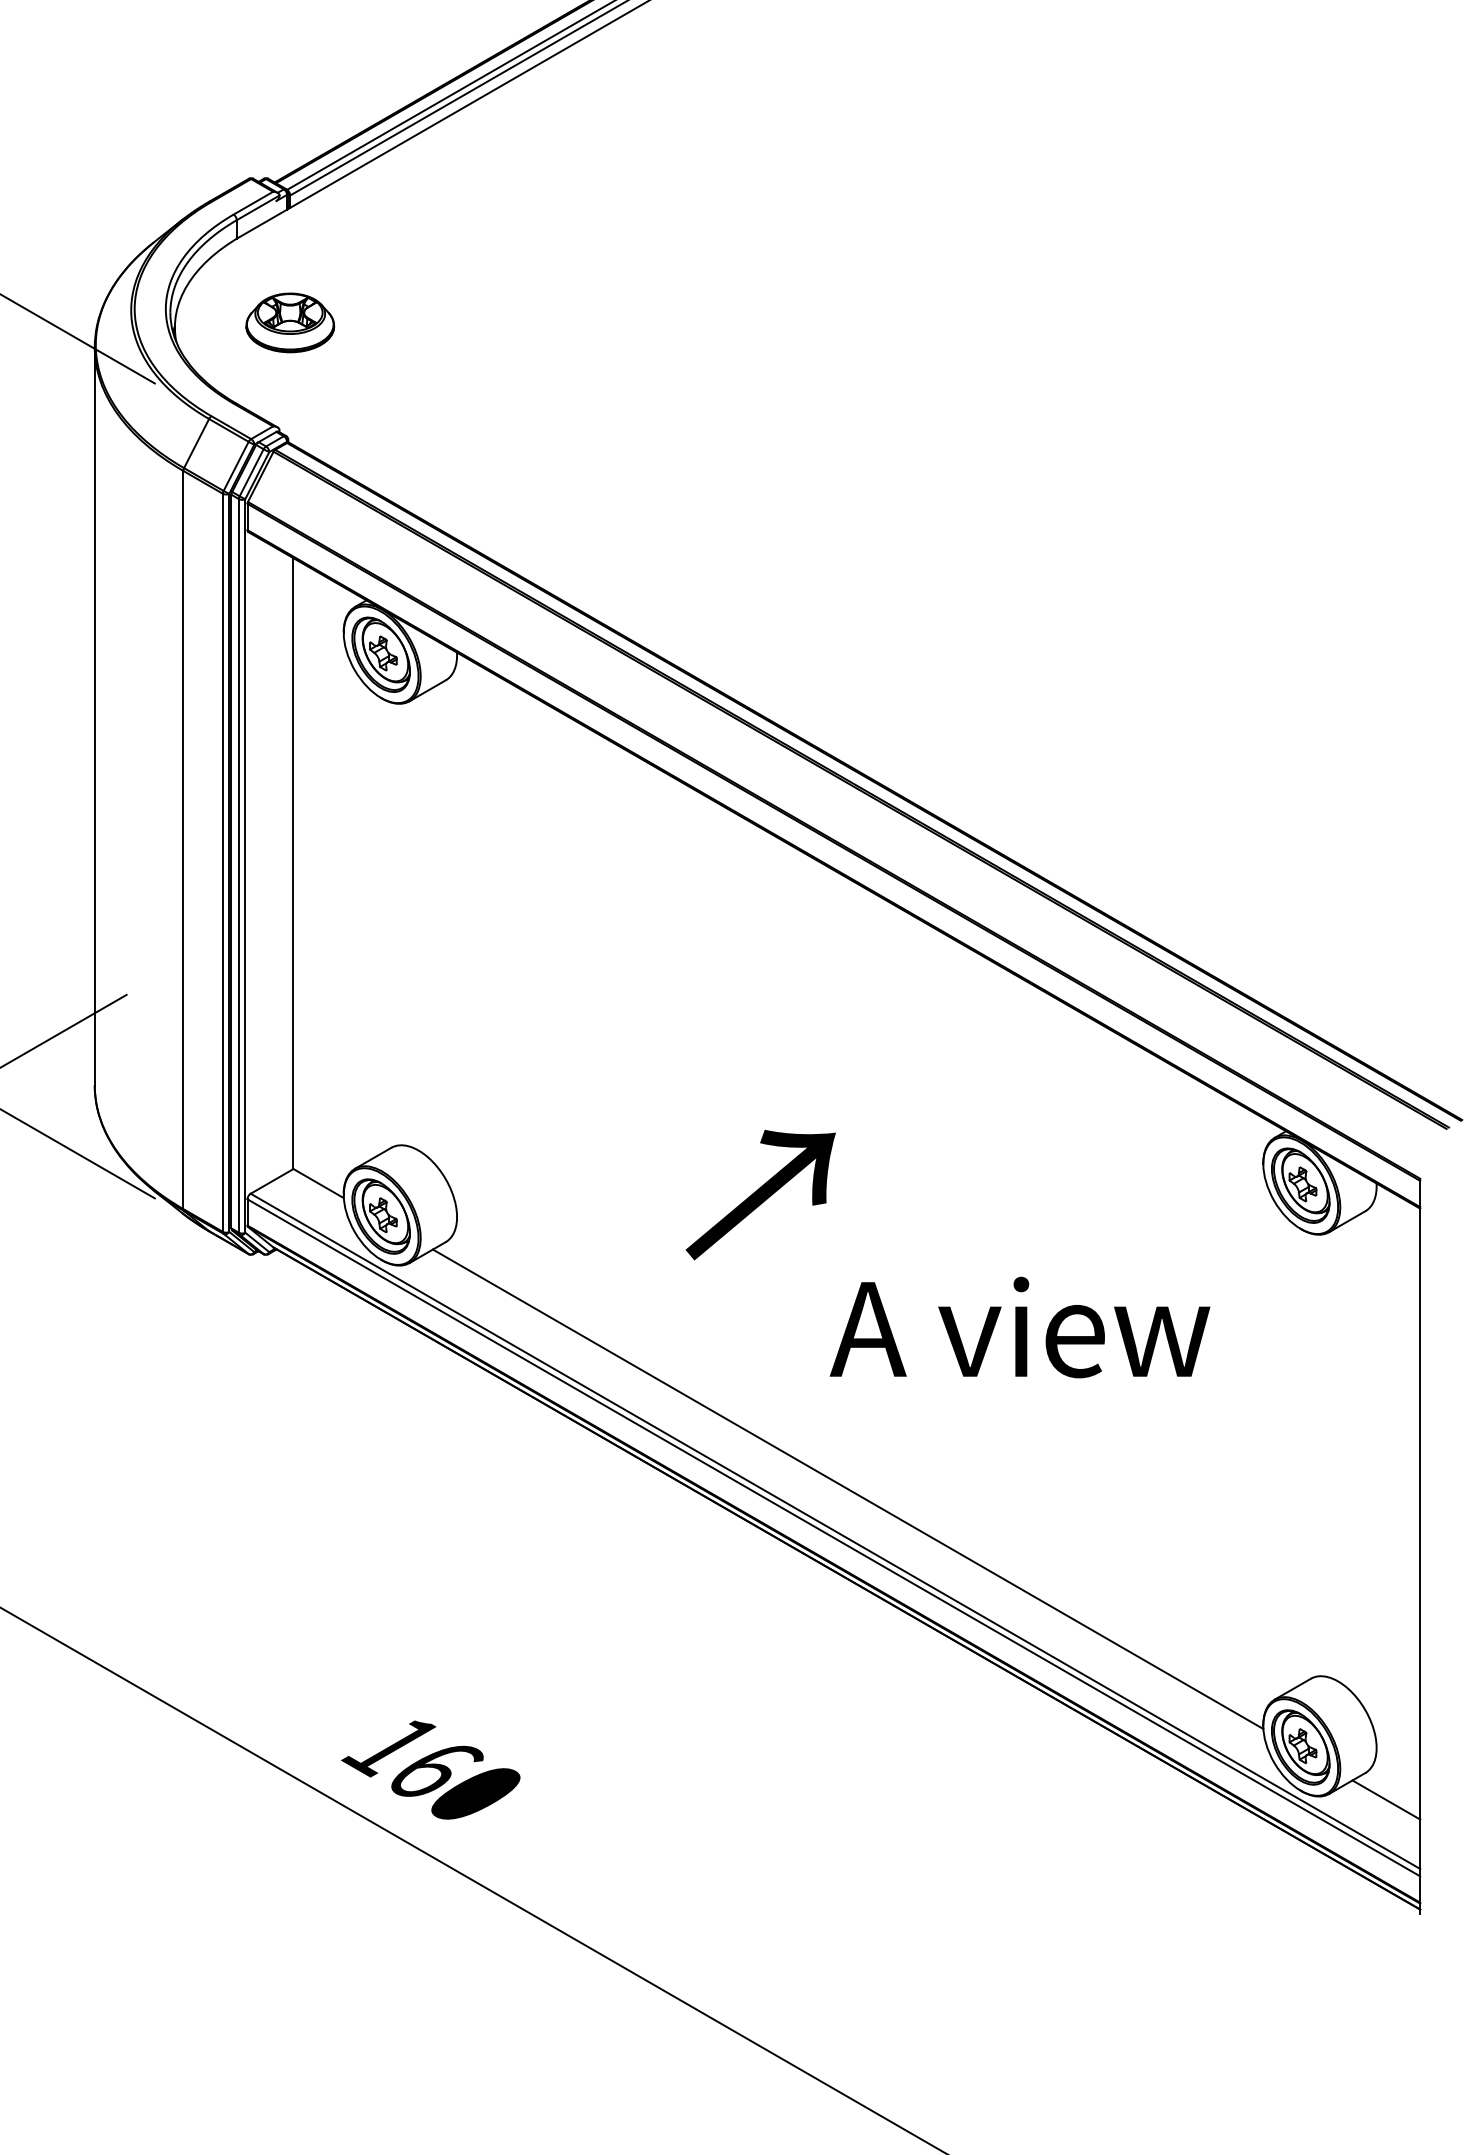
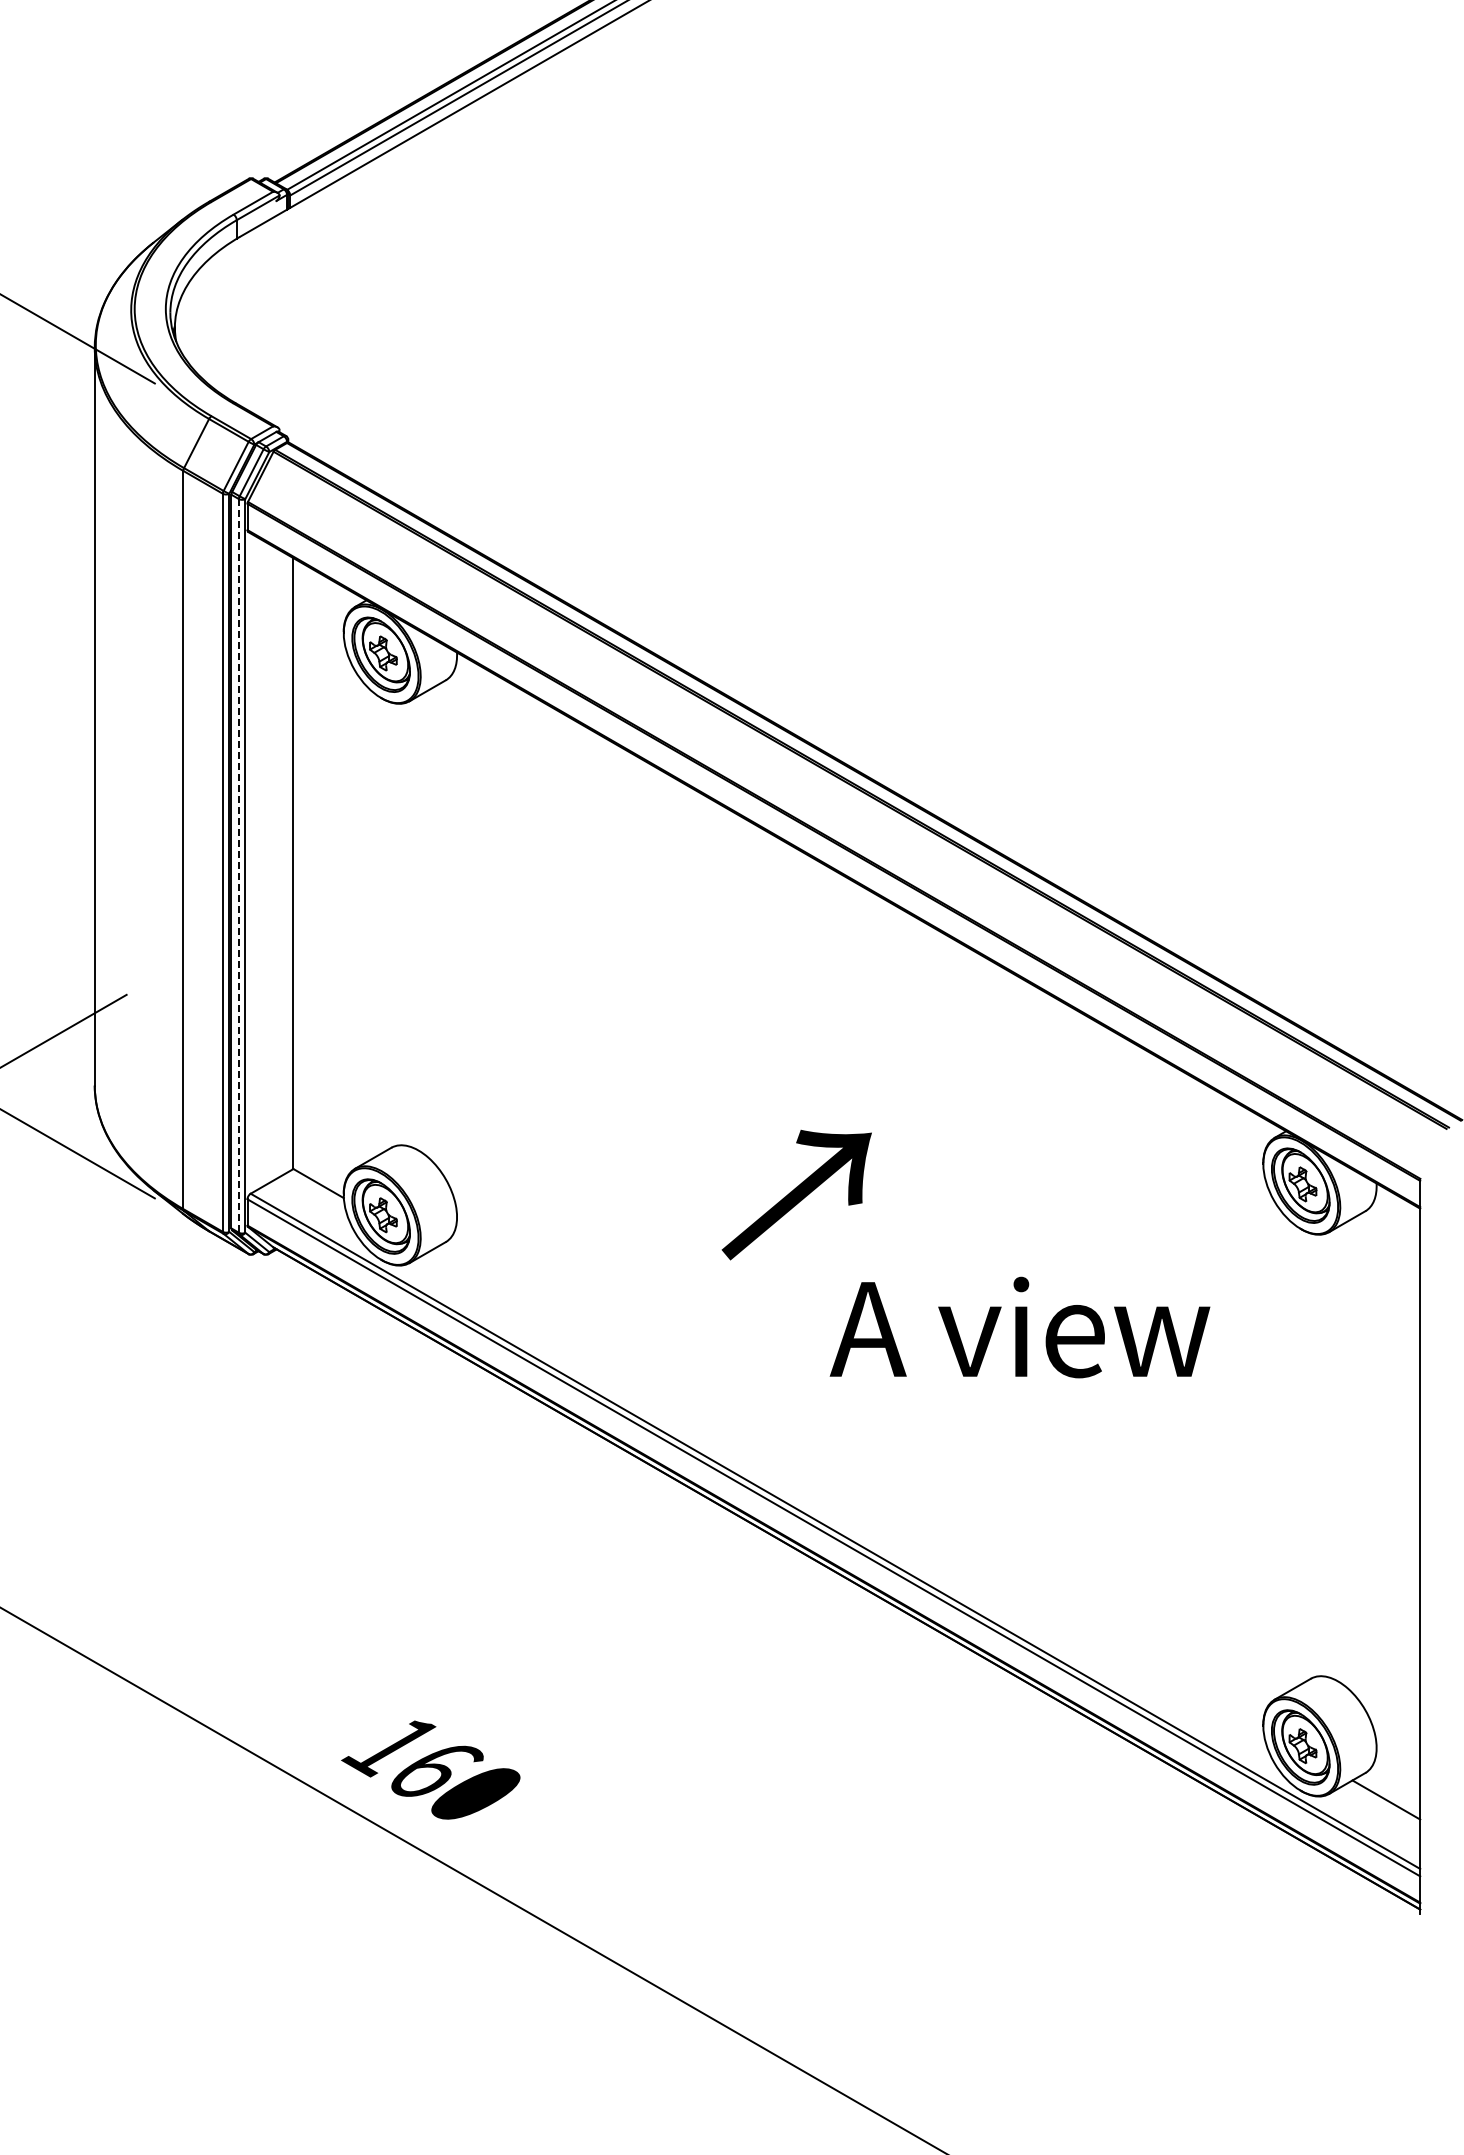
part at (290, 322): present -> none
line at (238, 865): solid -> dashed
text at (760, 1194) position: (760, 1194) -> (796, 1194)
line at (847, 1489): present -> none
